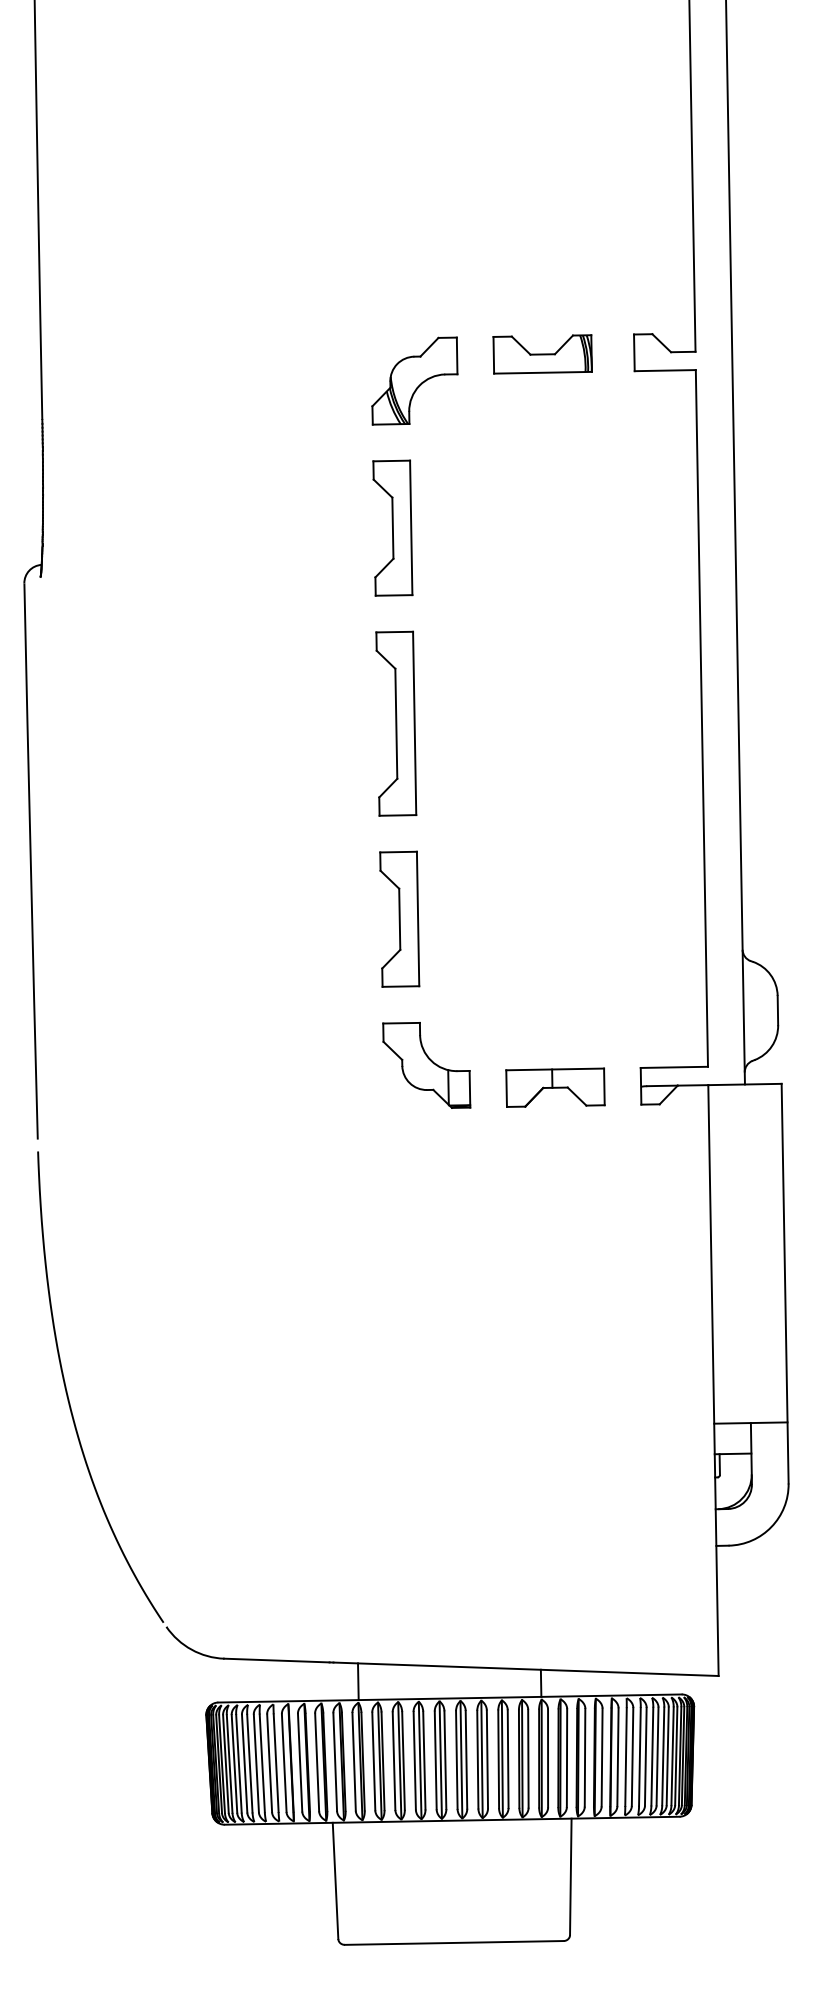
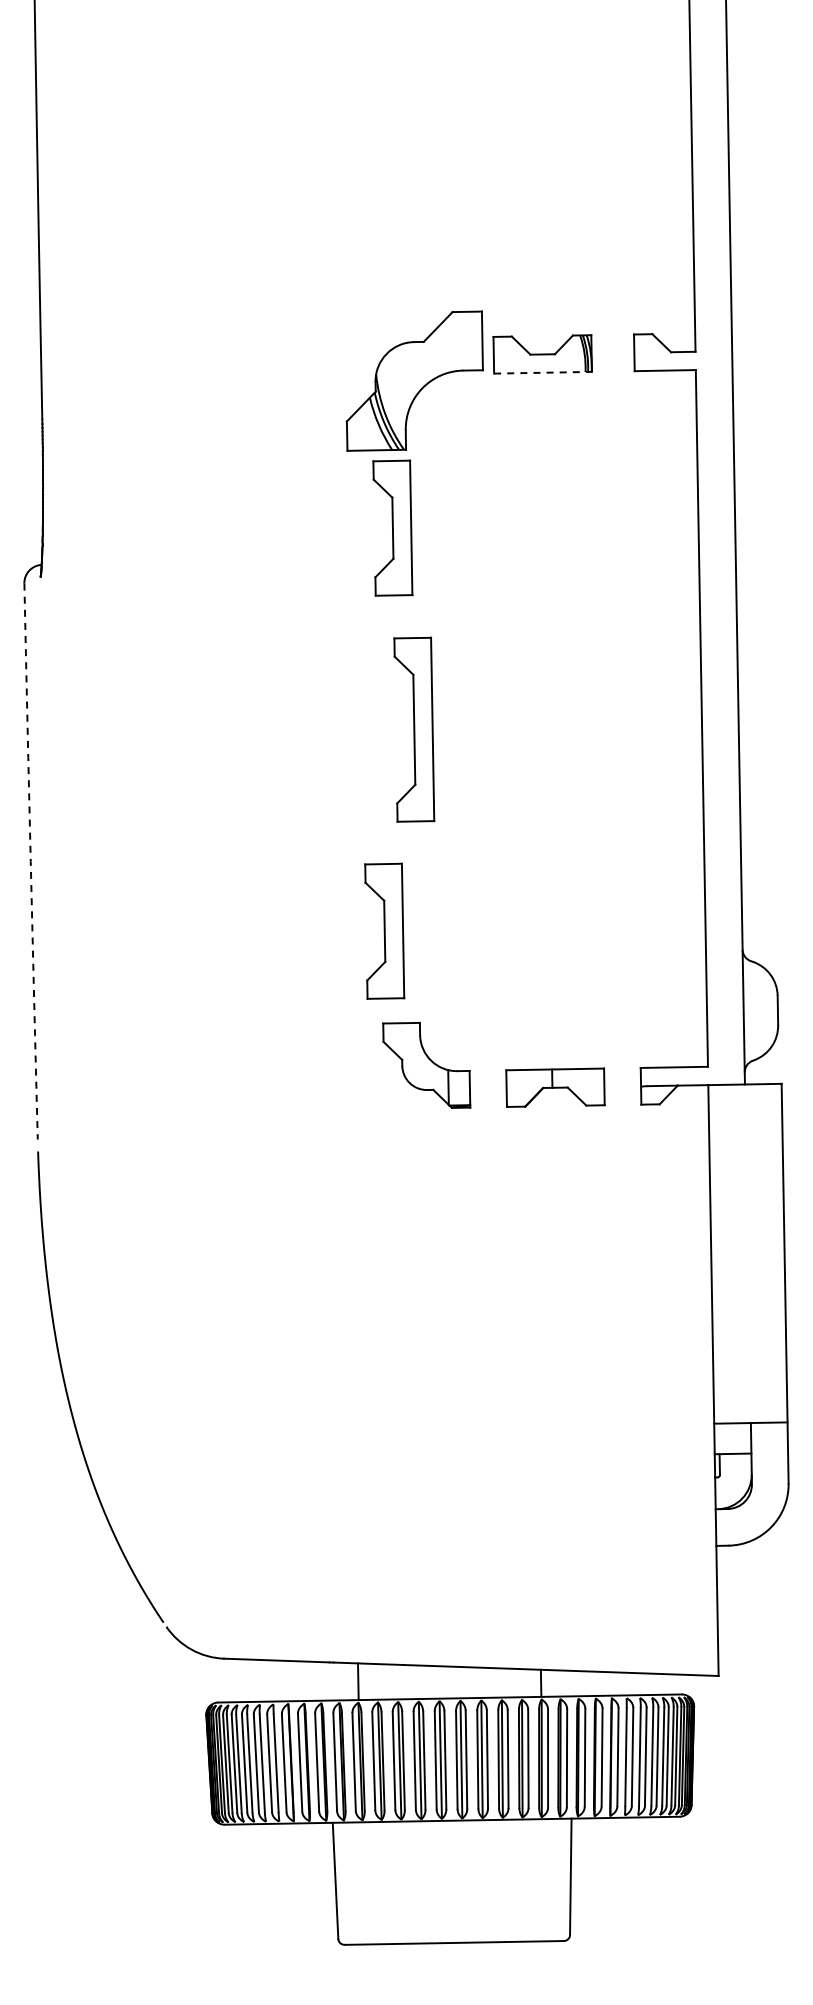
line at (543, 372): solid -> dashed
part at (414, 380) size: 88x90 px -> 139x142 px
part at (396, 723) position: (396, 723) -> (414, 729)
arc at (30, 861): solid -> dashed
part at (399, 918) position: (399, 918) -> (384, 930)
